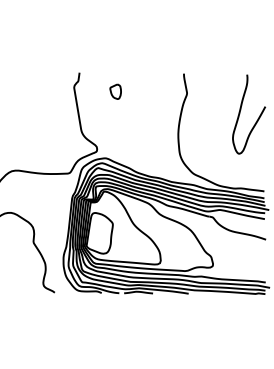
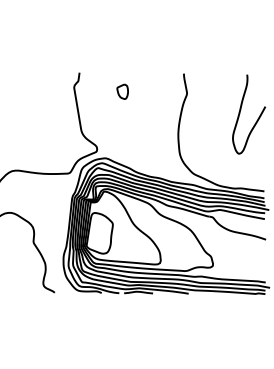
part at (115, 91) position: (115, 91) -> (122, 91)
